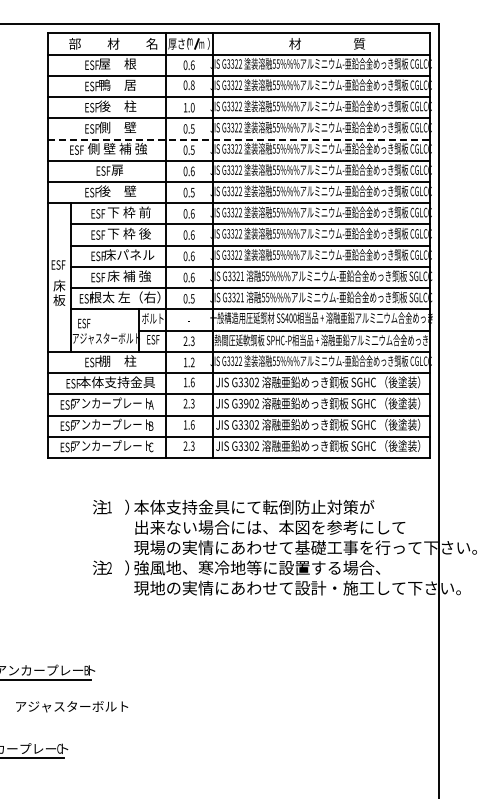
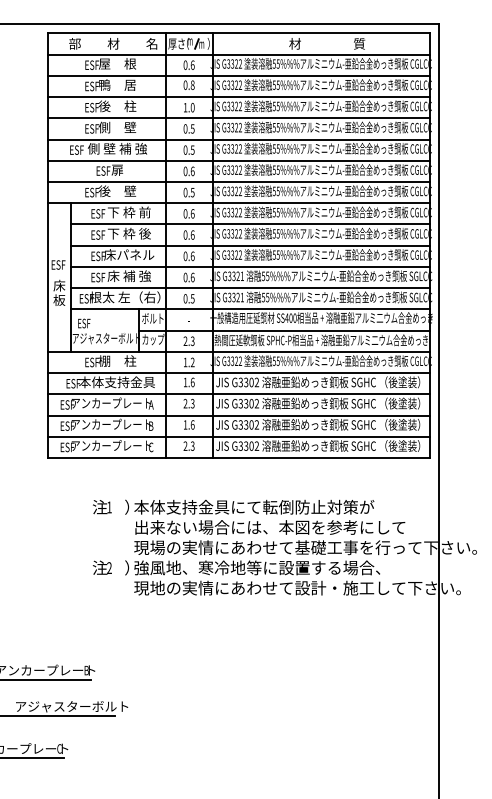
line at (239, 139): dashed -> solid
text at (153, 339): ESF -> カップ
text at (246, 403): G3902 -> G3302
line at (58, 716): none -> present
